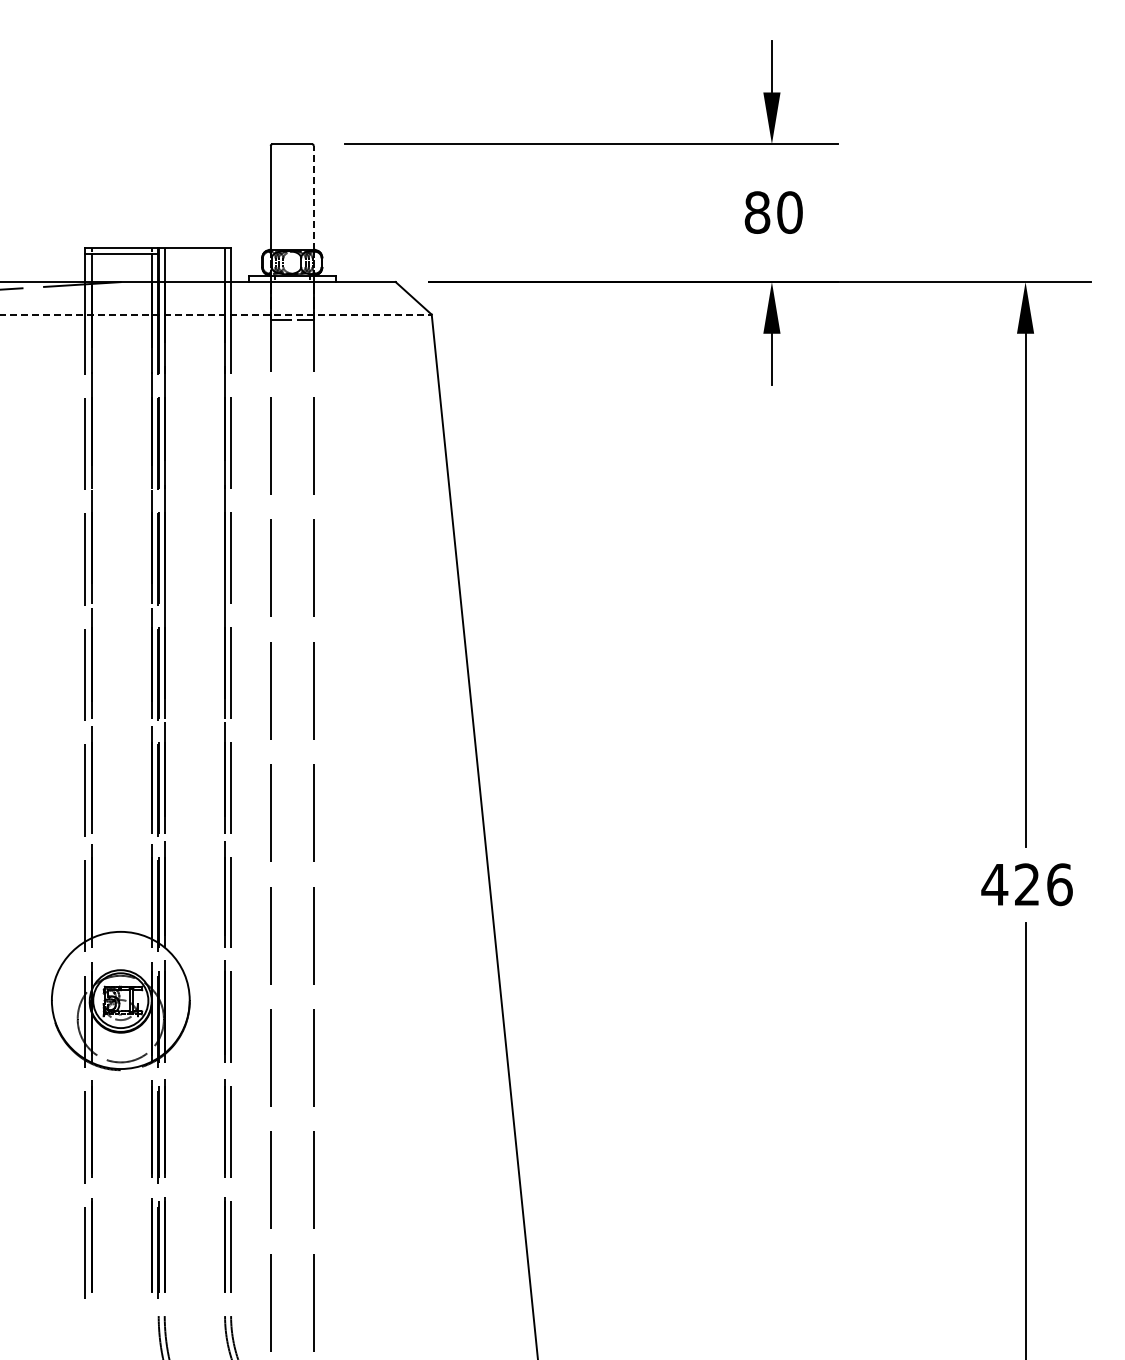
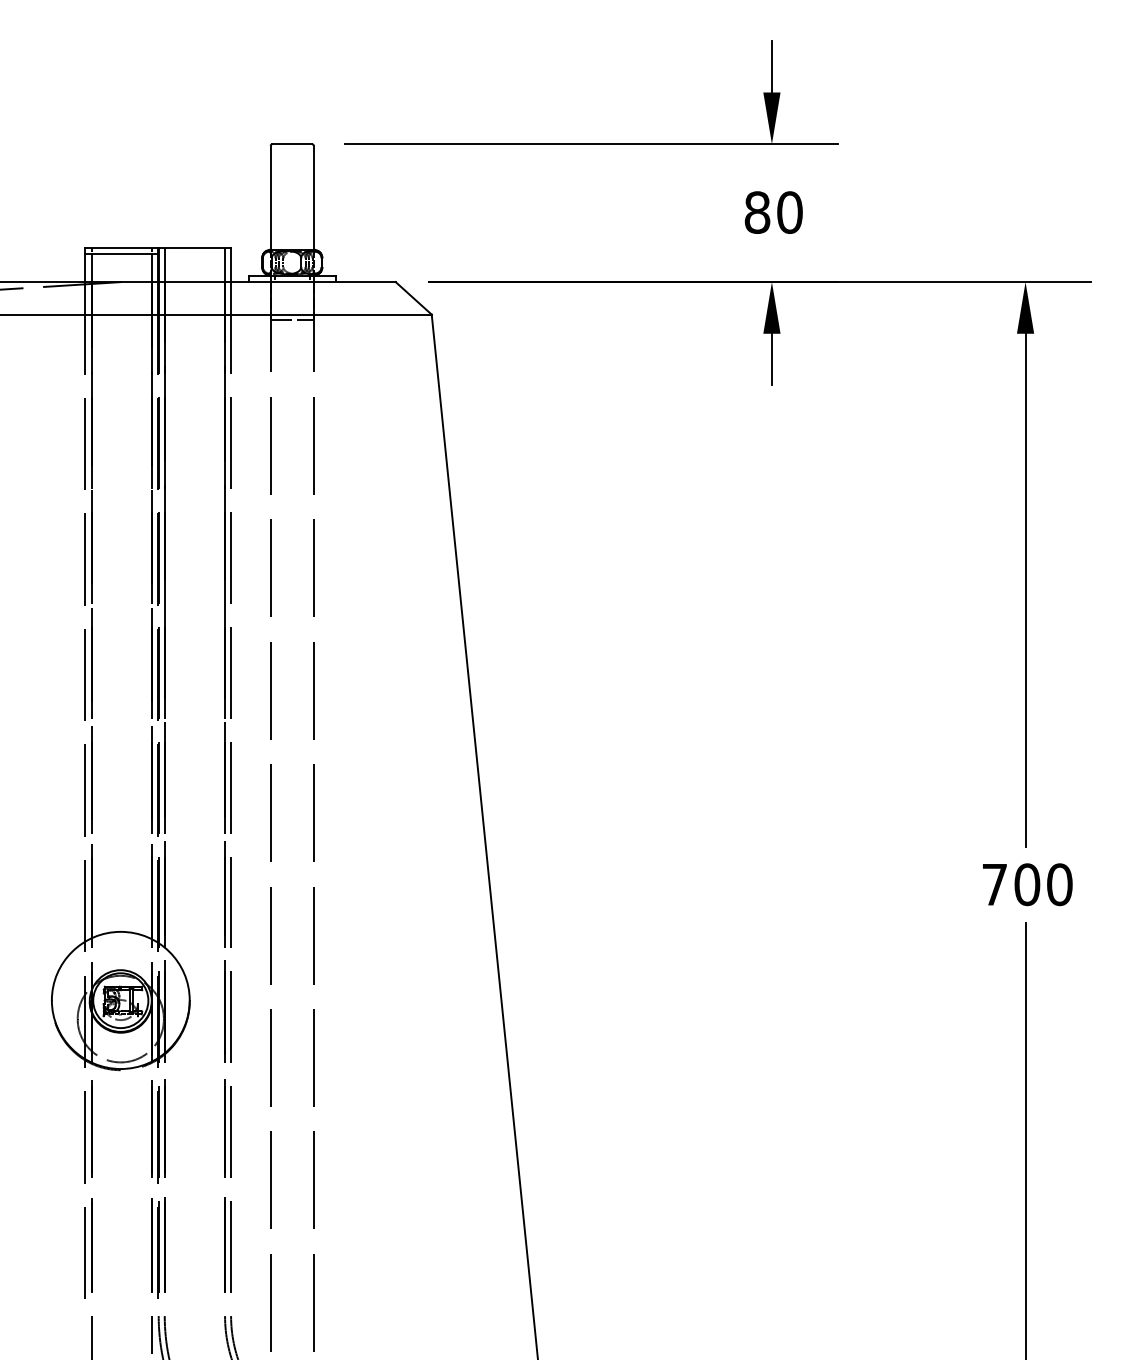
line at (313, 197): dashed -> solid
line at (216, 314): dashed -> solid
text at (1026, 884): 426 -> 700
line at (91, 1336): none -> present
line at (151, 1336): none -> present
